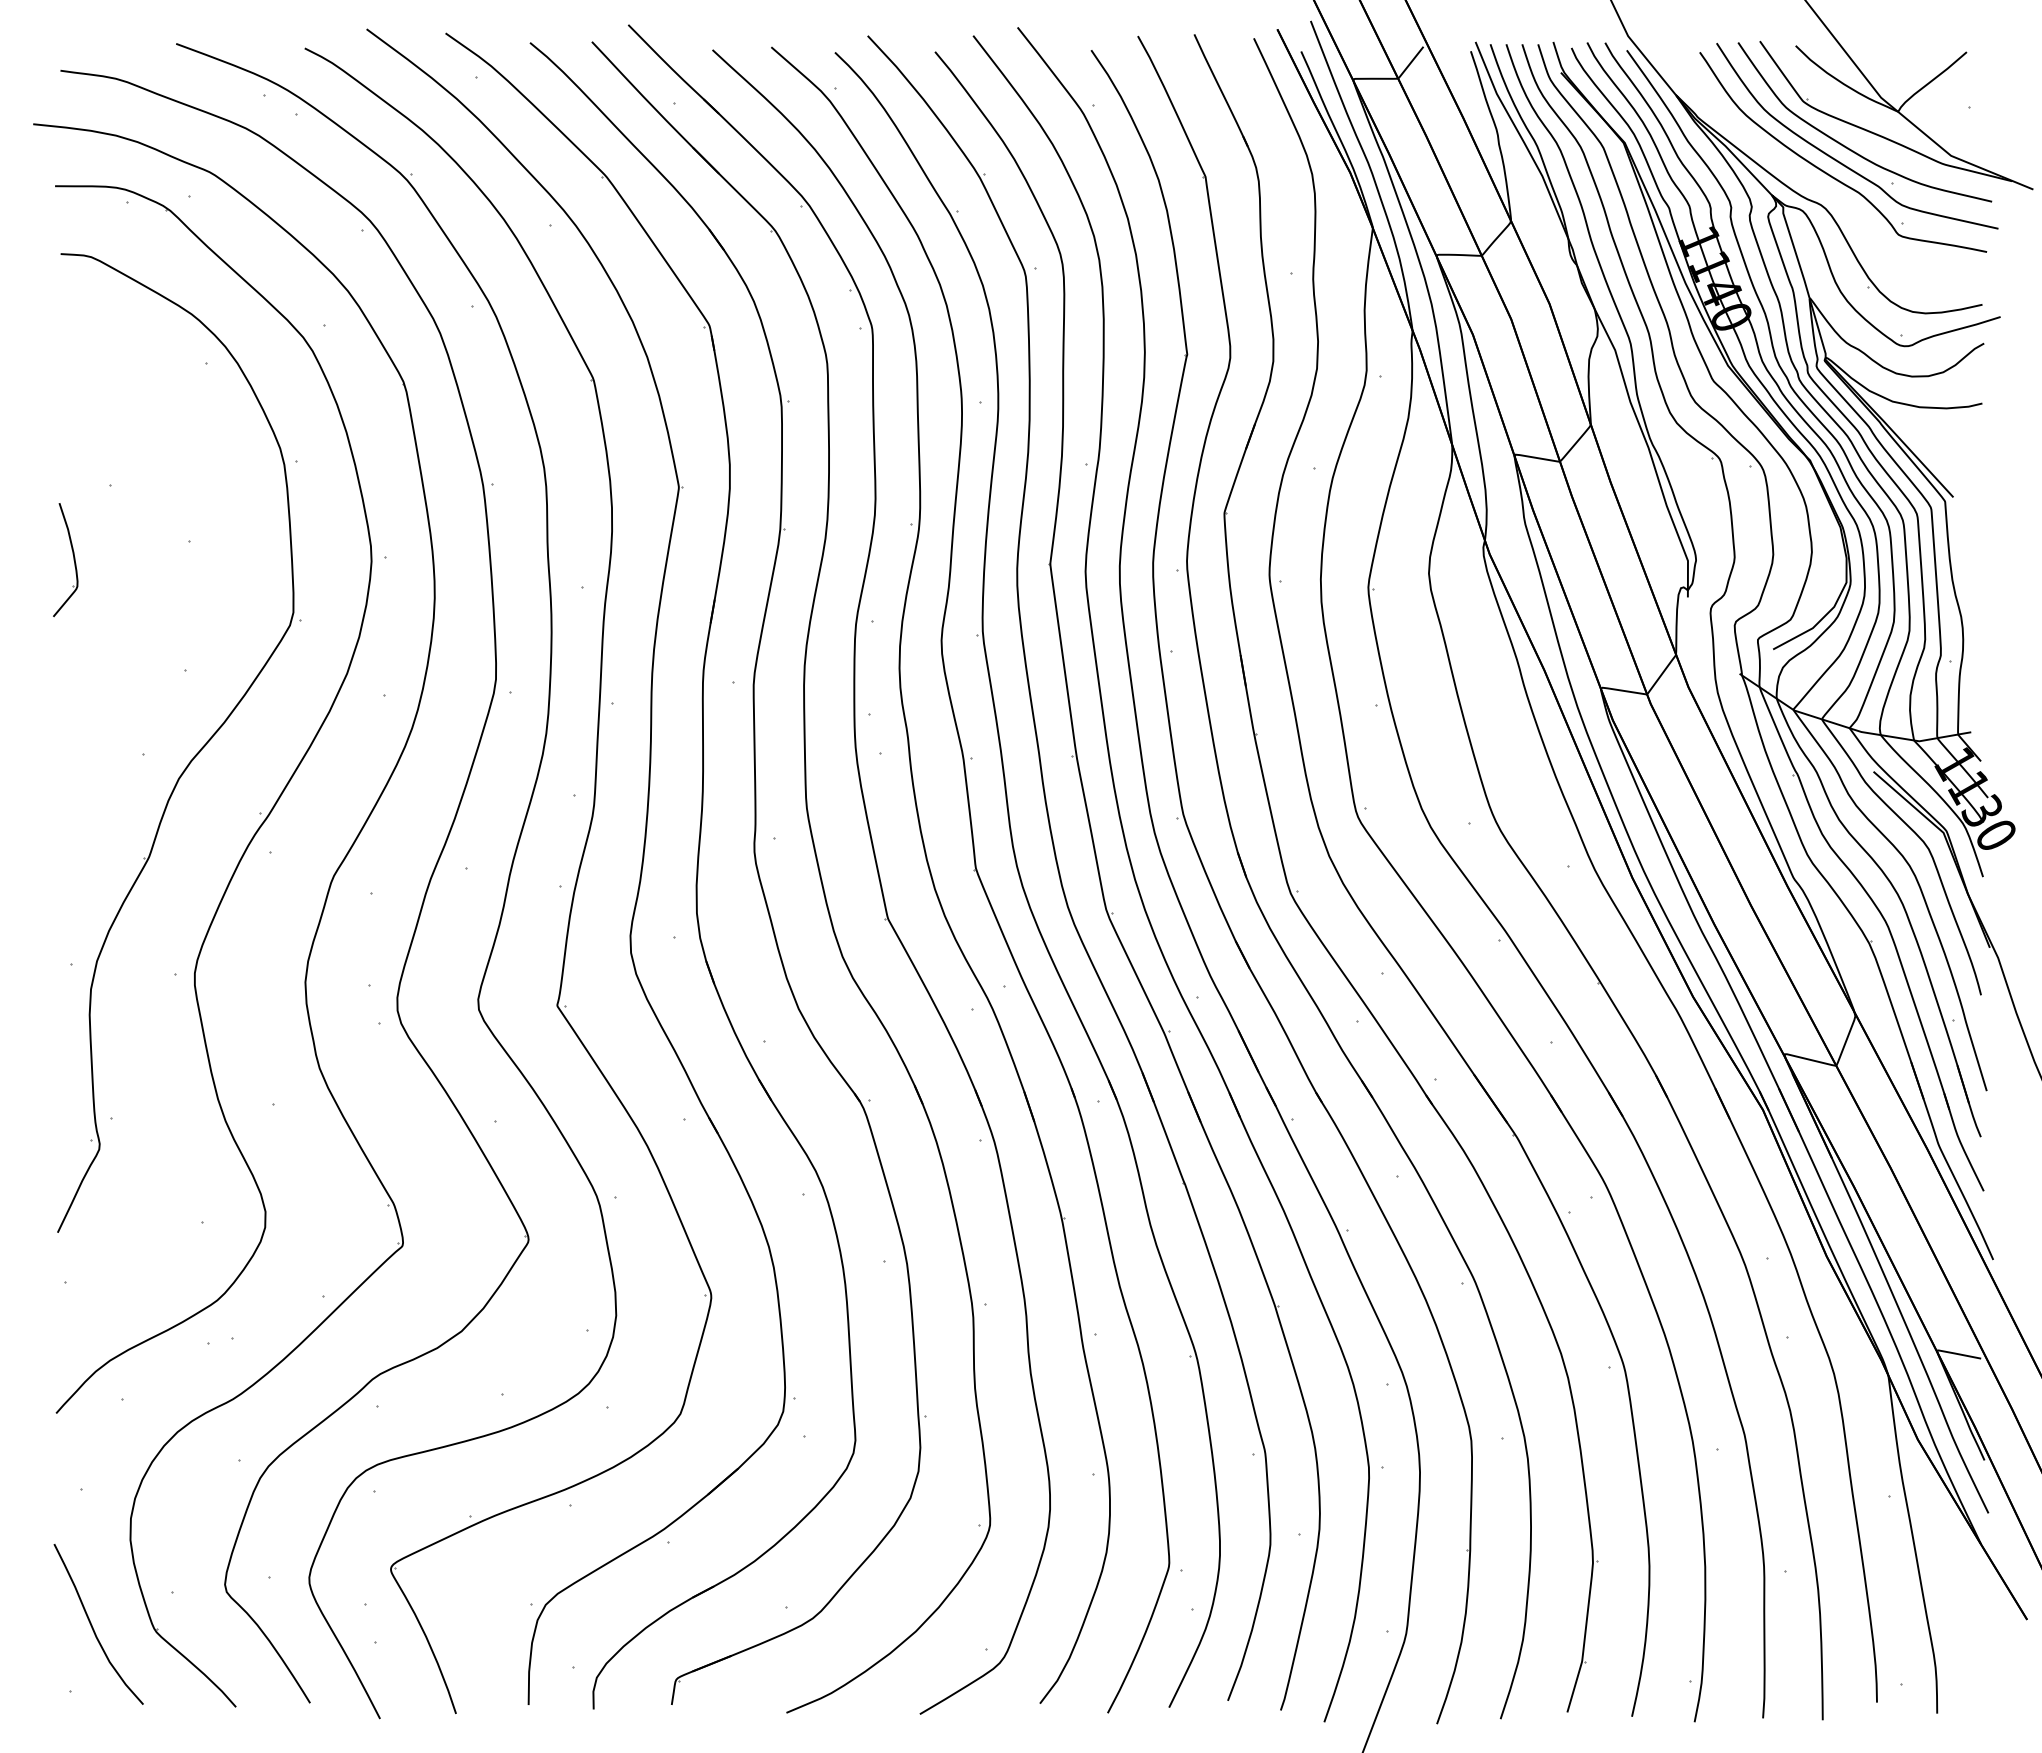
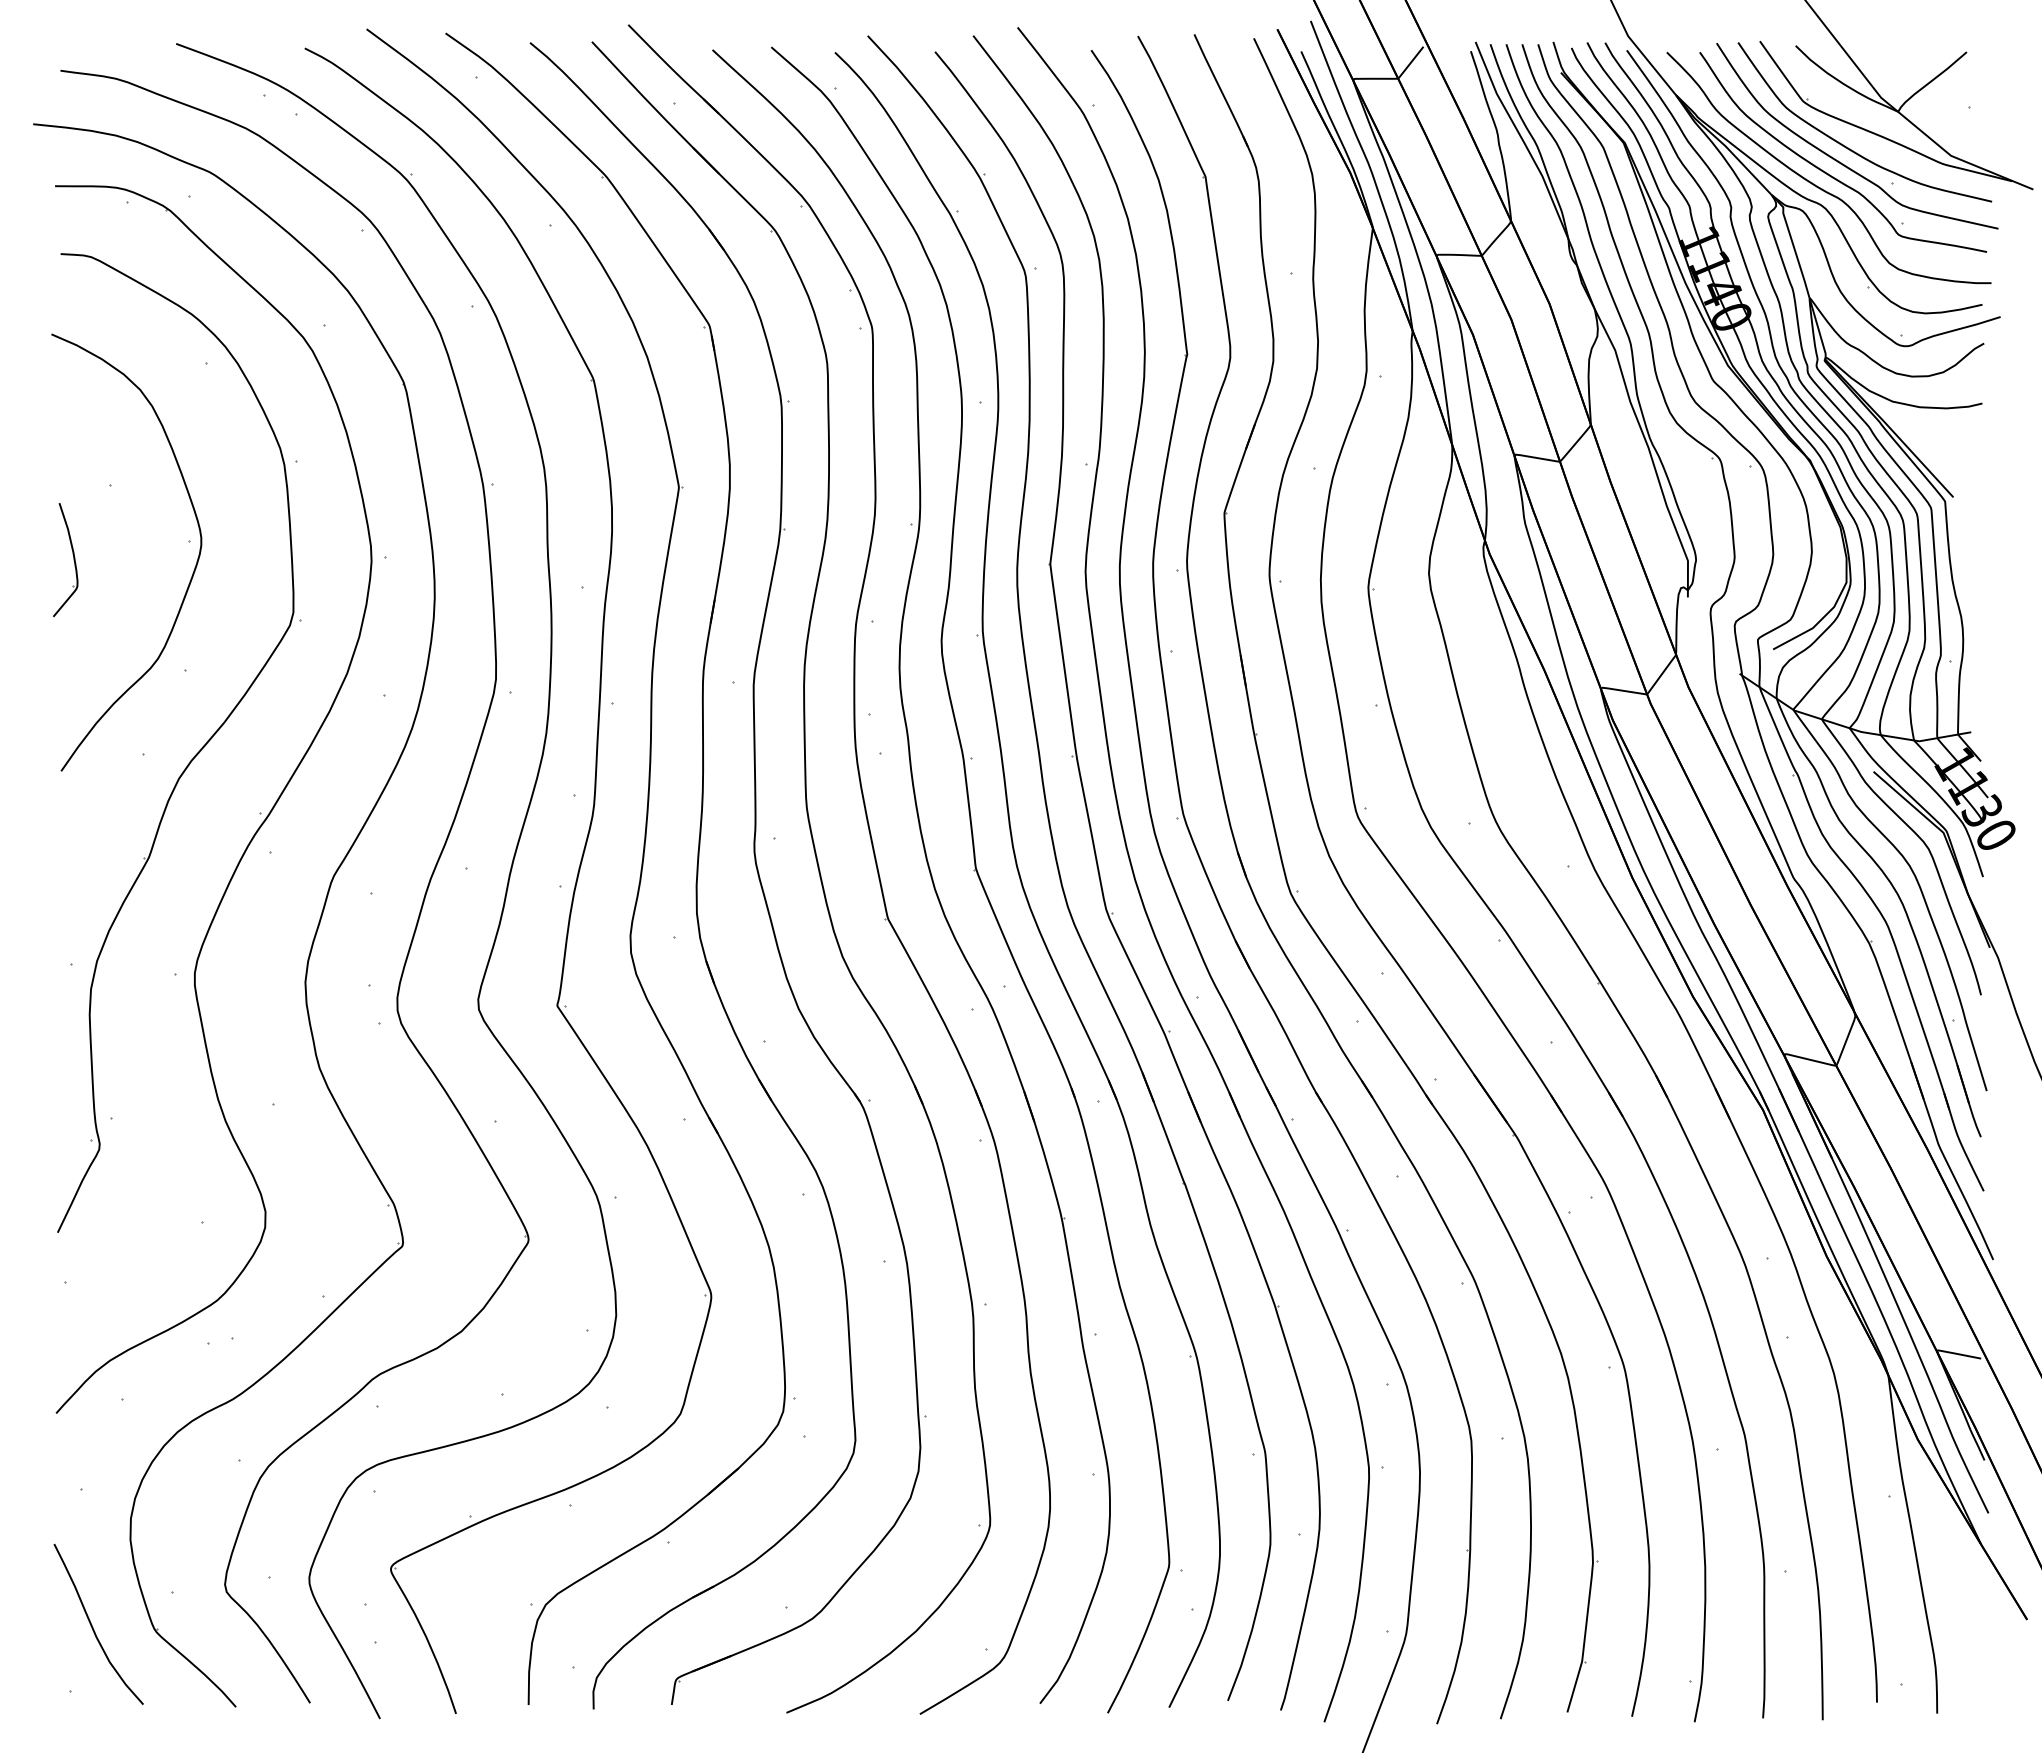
curve at (1817, 185): none -> present
curve at (190, 578): none -> present
